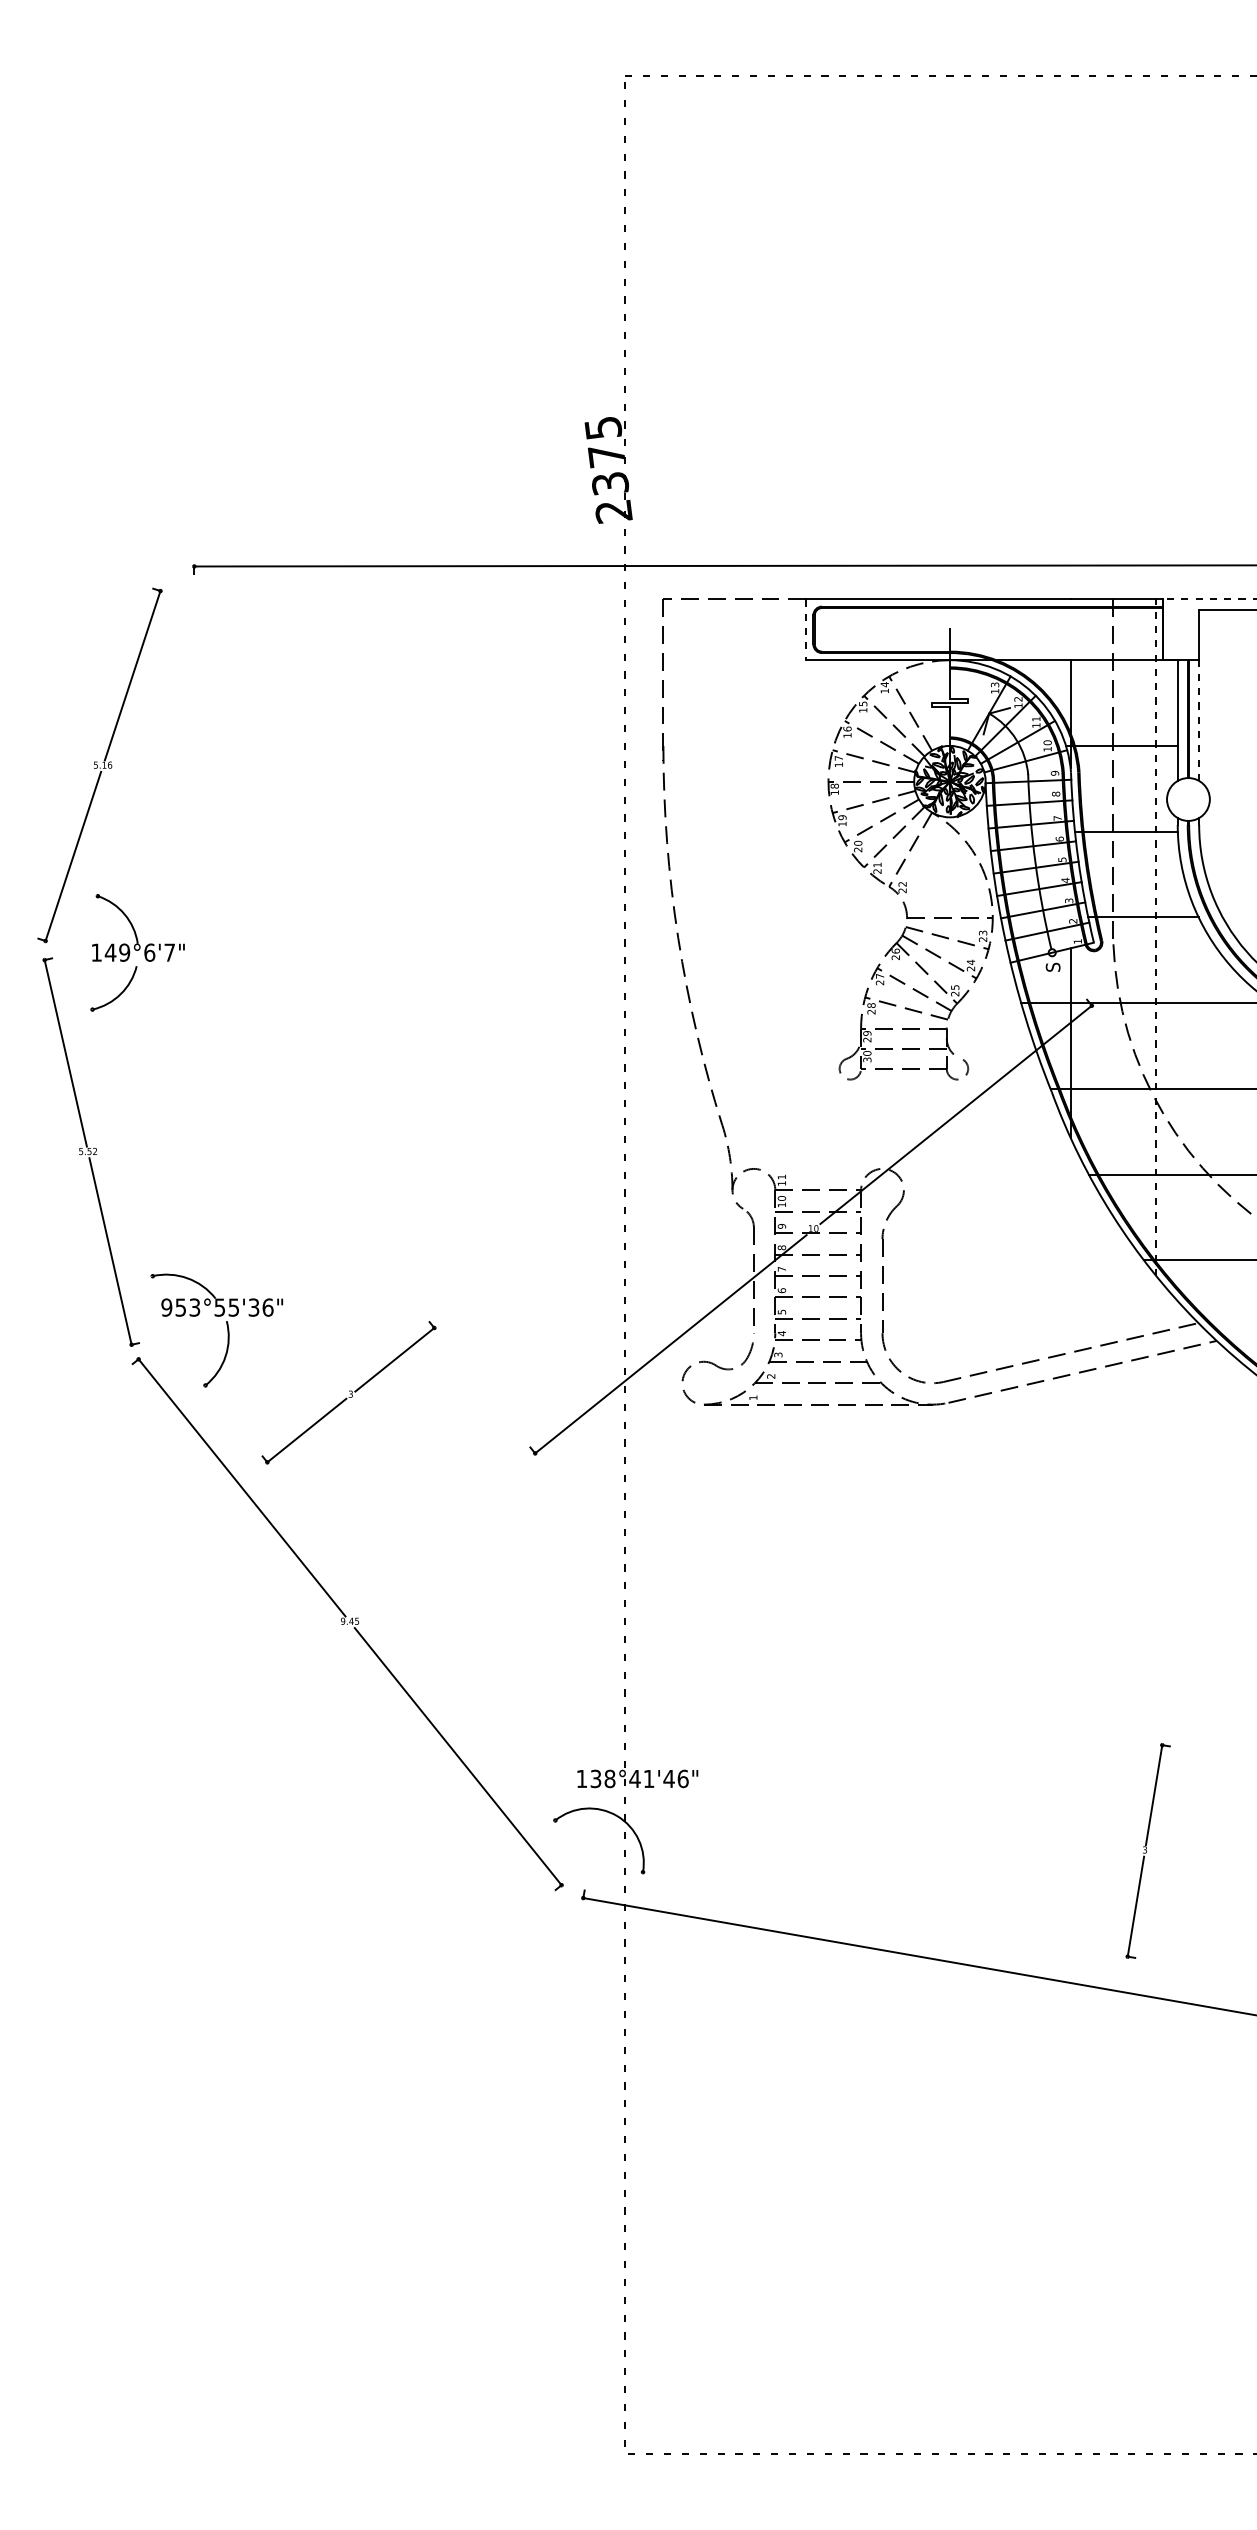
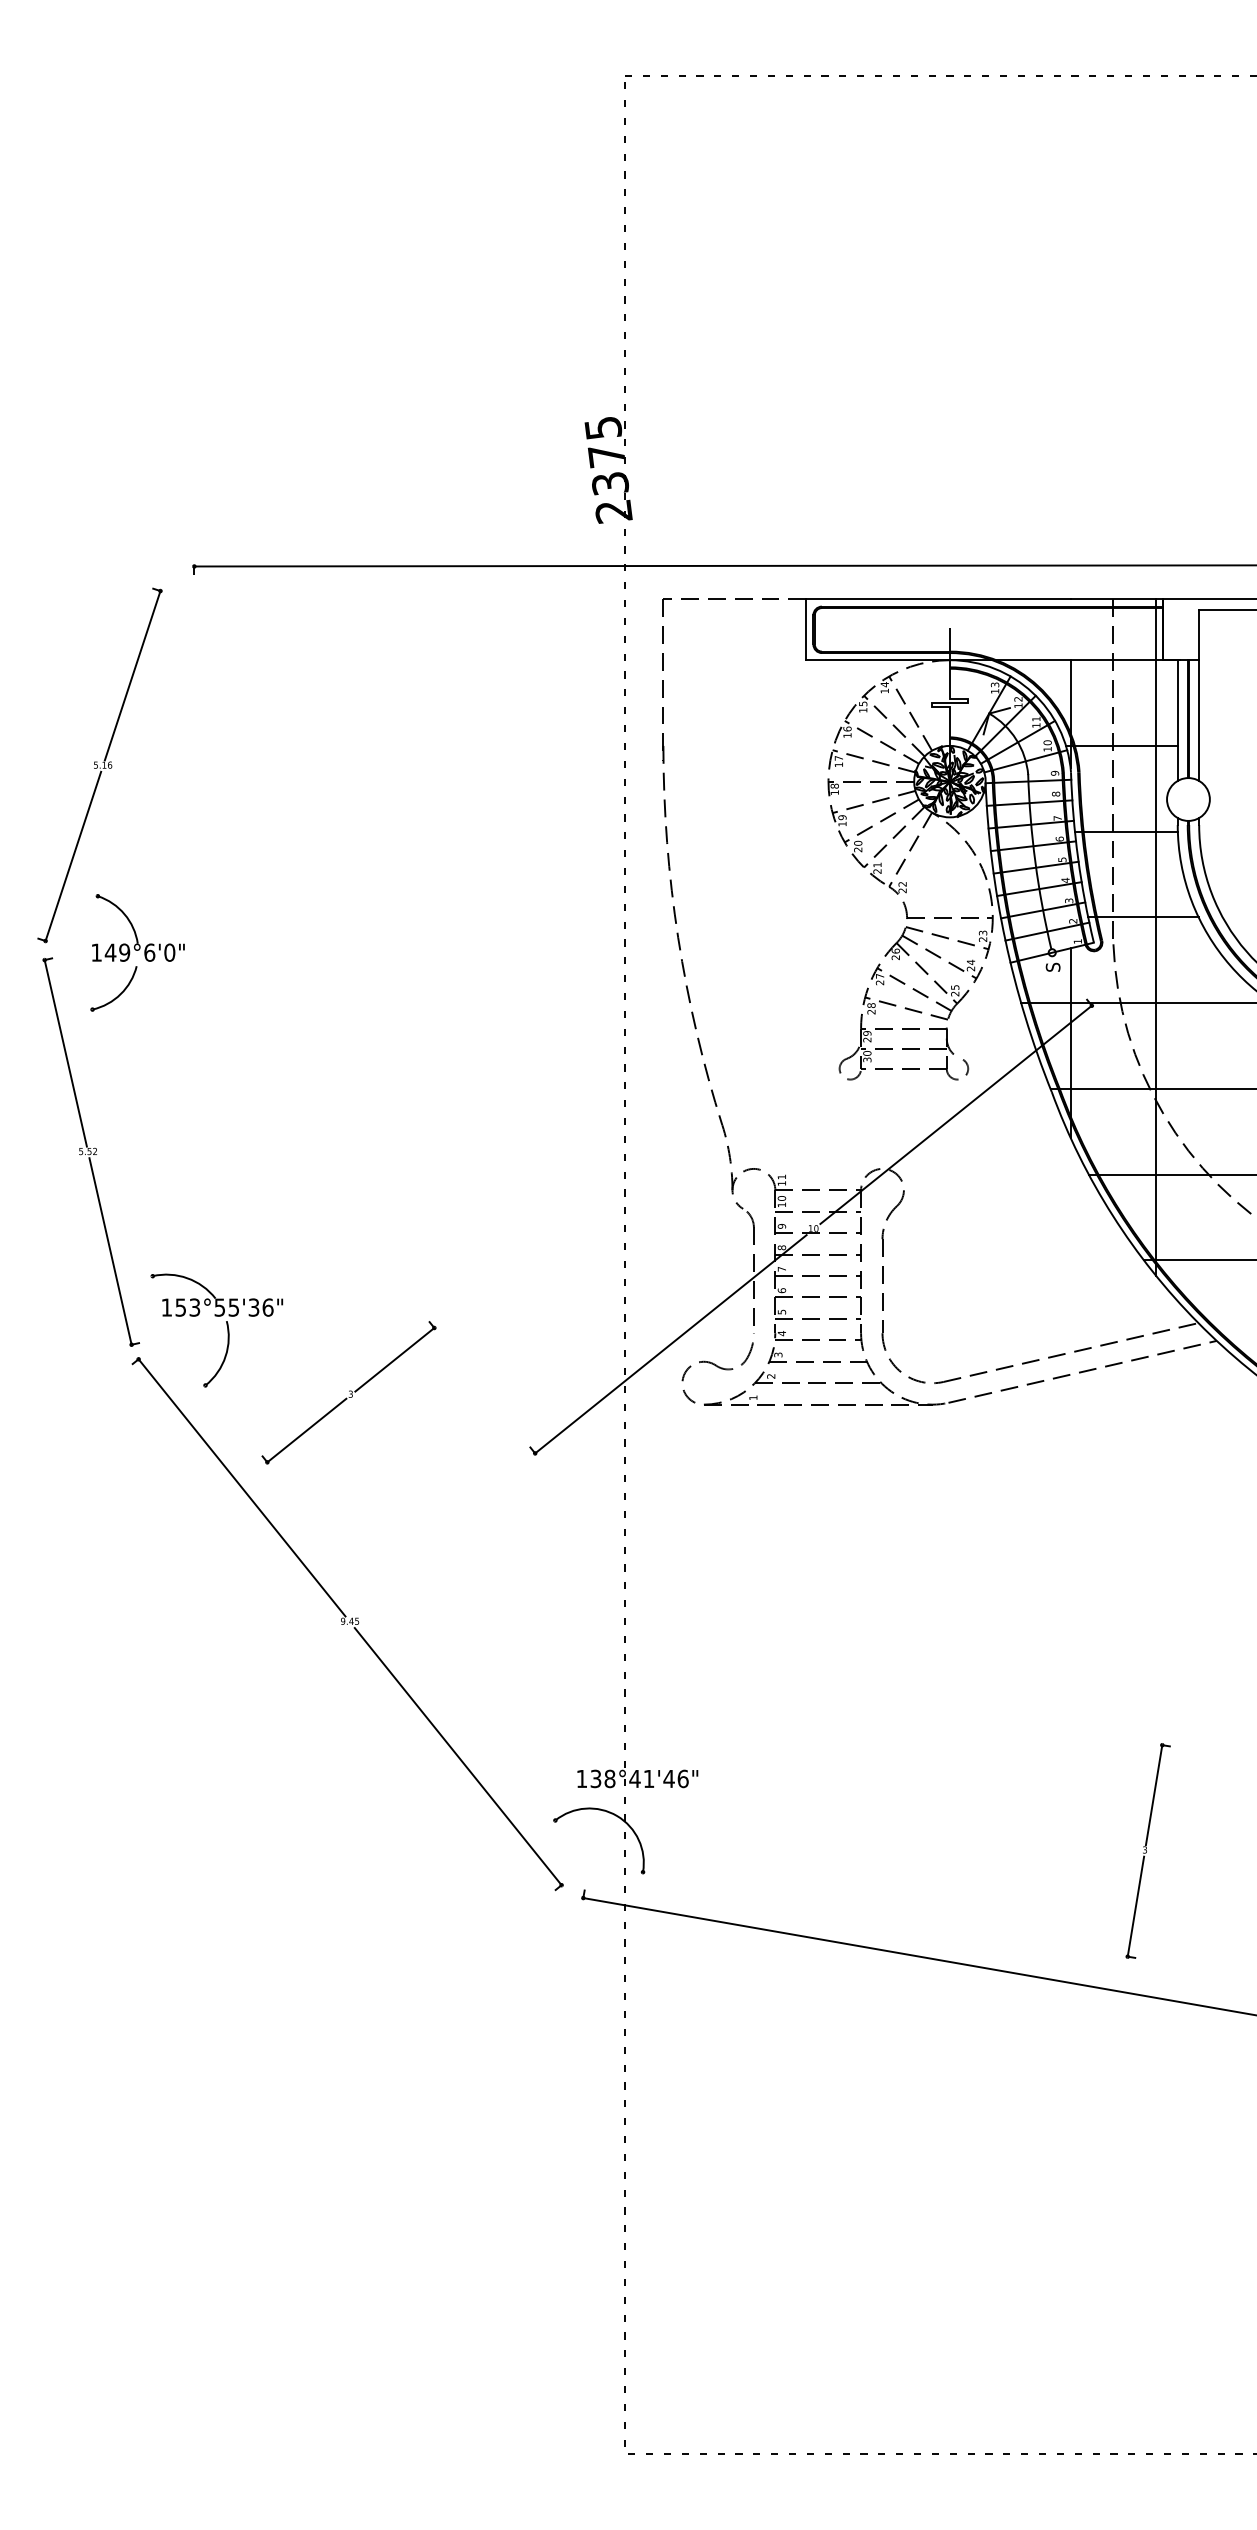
line at (1209, 599): dashed -> solid
line at (806, 630): dashed -> solid
line at (1199, 720): dashed -> solid
line at (1156, 937): dashed -> solid
text at (169, 952): 149°6'7" -> 149°6'0"
text at (166, 1307): 953°55'36" -> 153°55'36"
